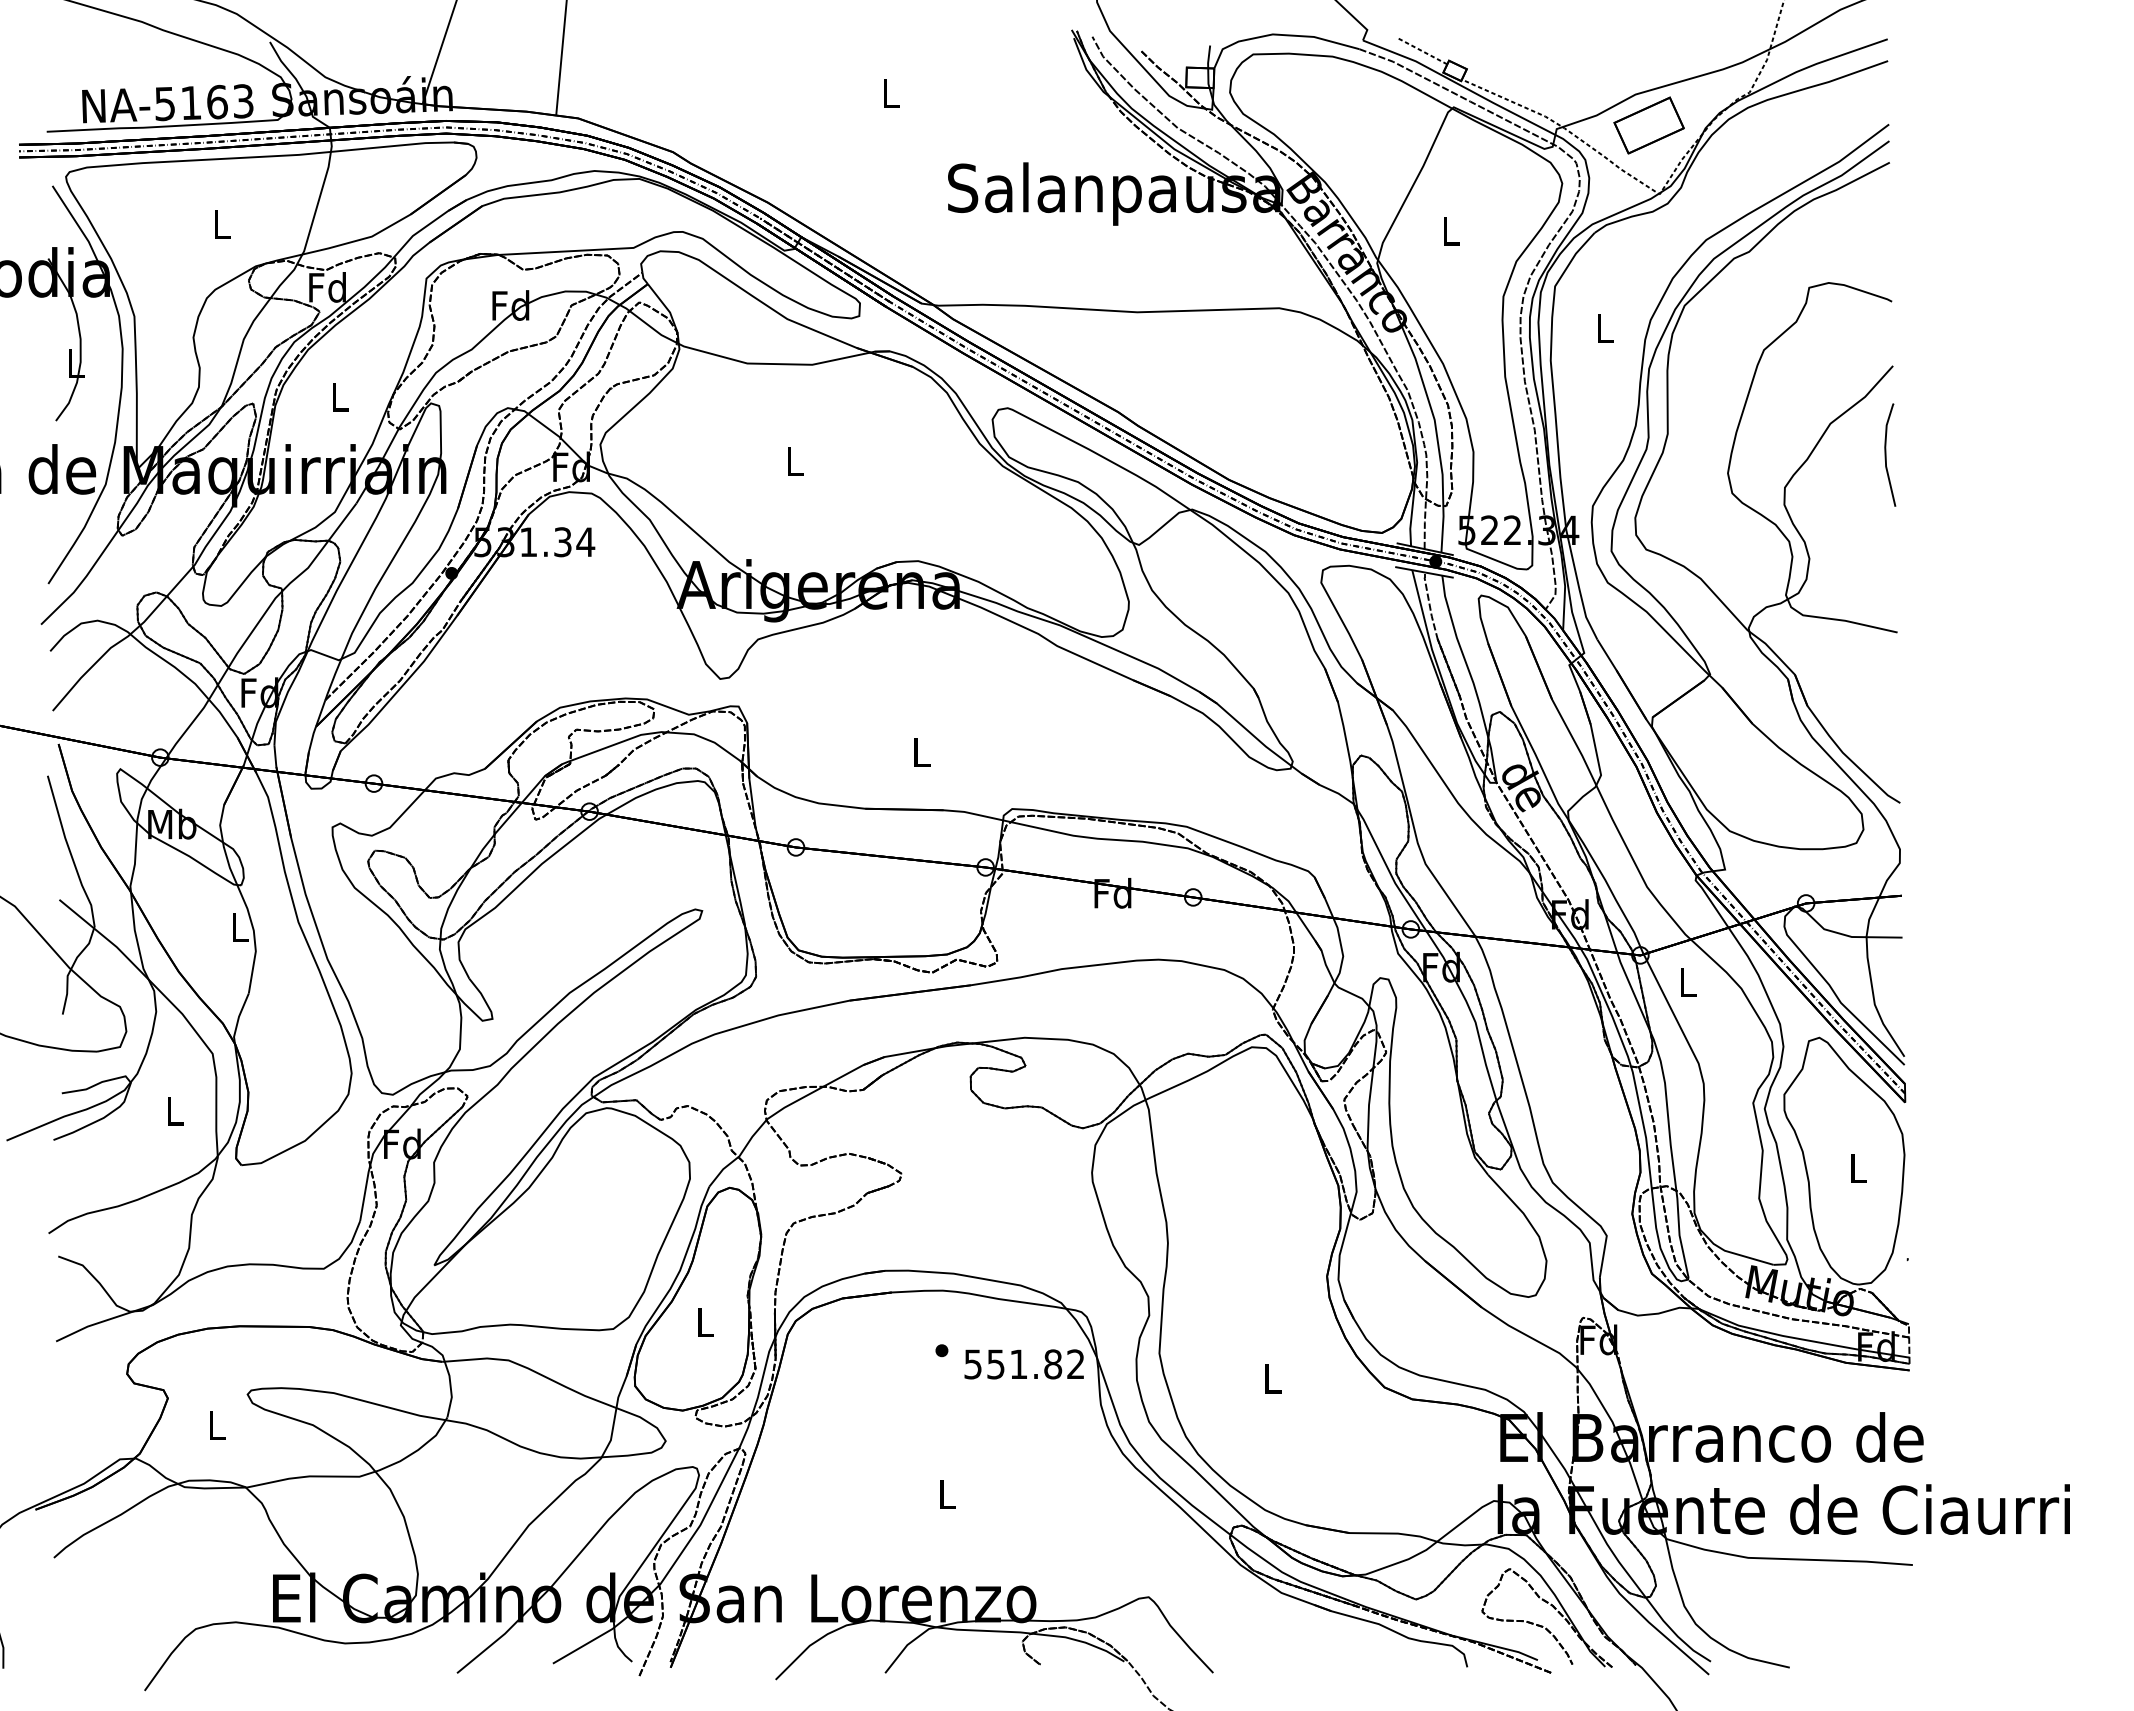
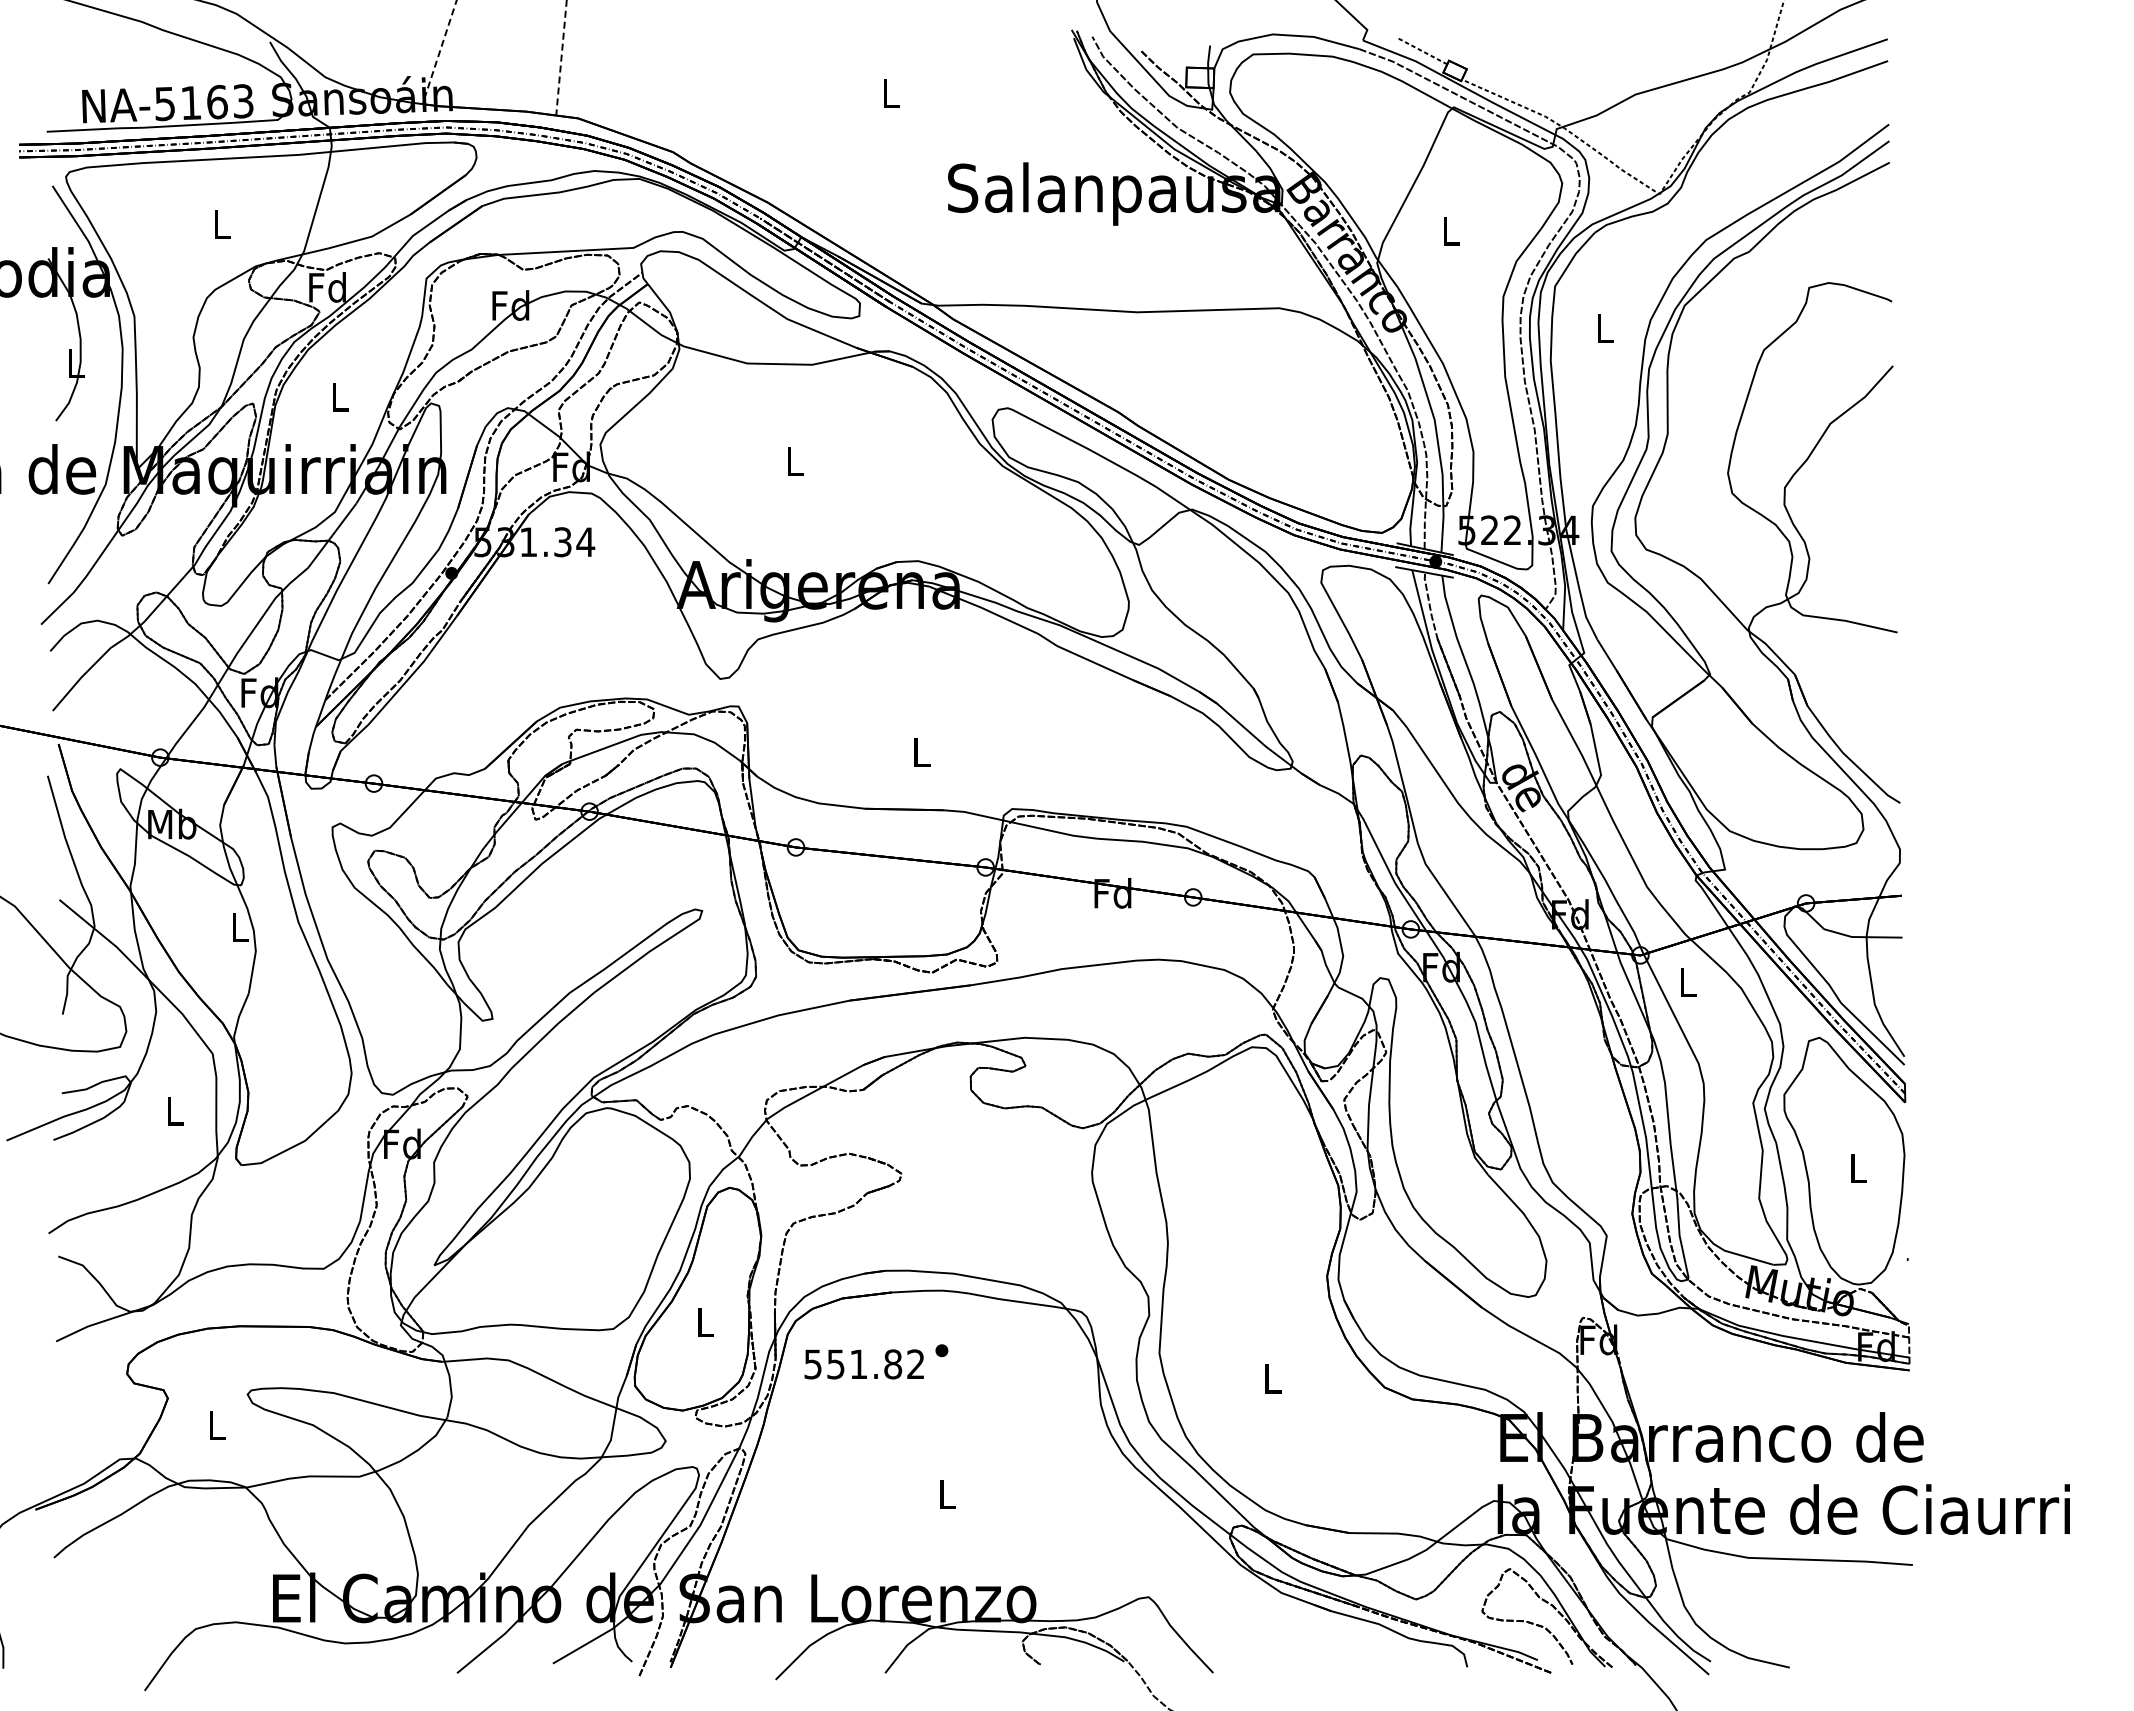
line at (439, 52): solid -> dashed
line at (561, 57): solid -> dashed
part at (1648, 125): present -> none
curve at (1886, 454): present -> none
text at (1023, 1364) position: (1023, 1364) -> (863, 1364)
